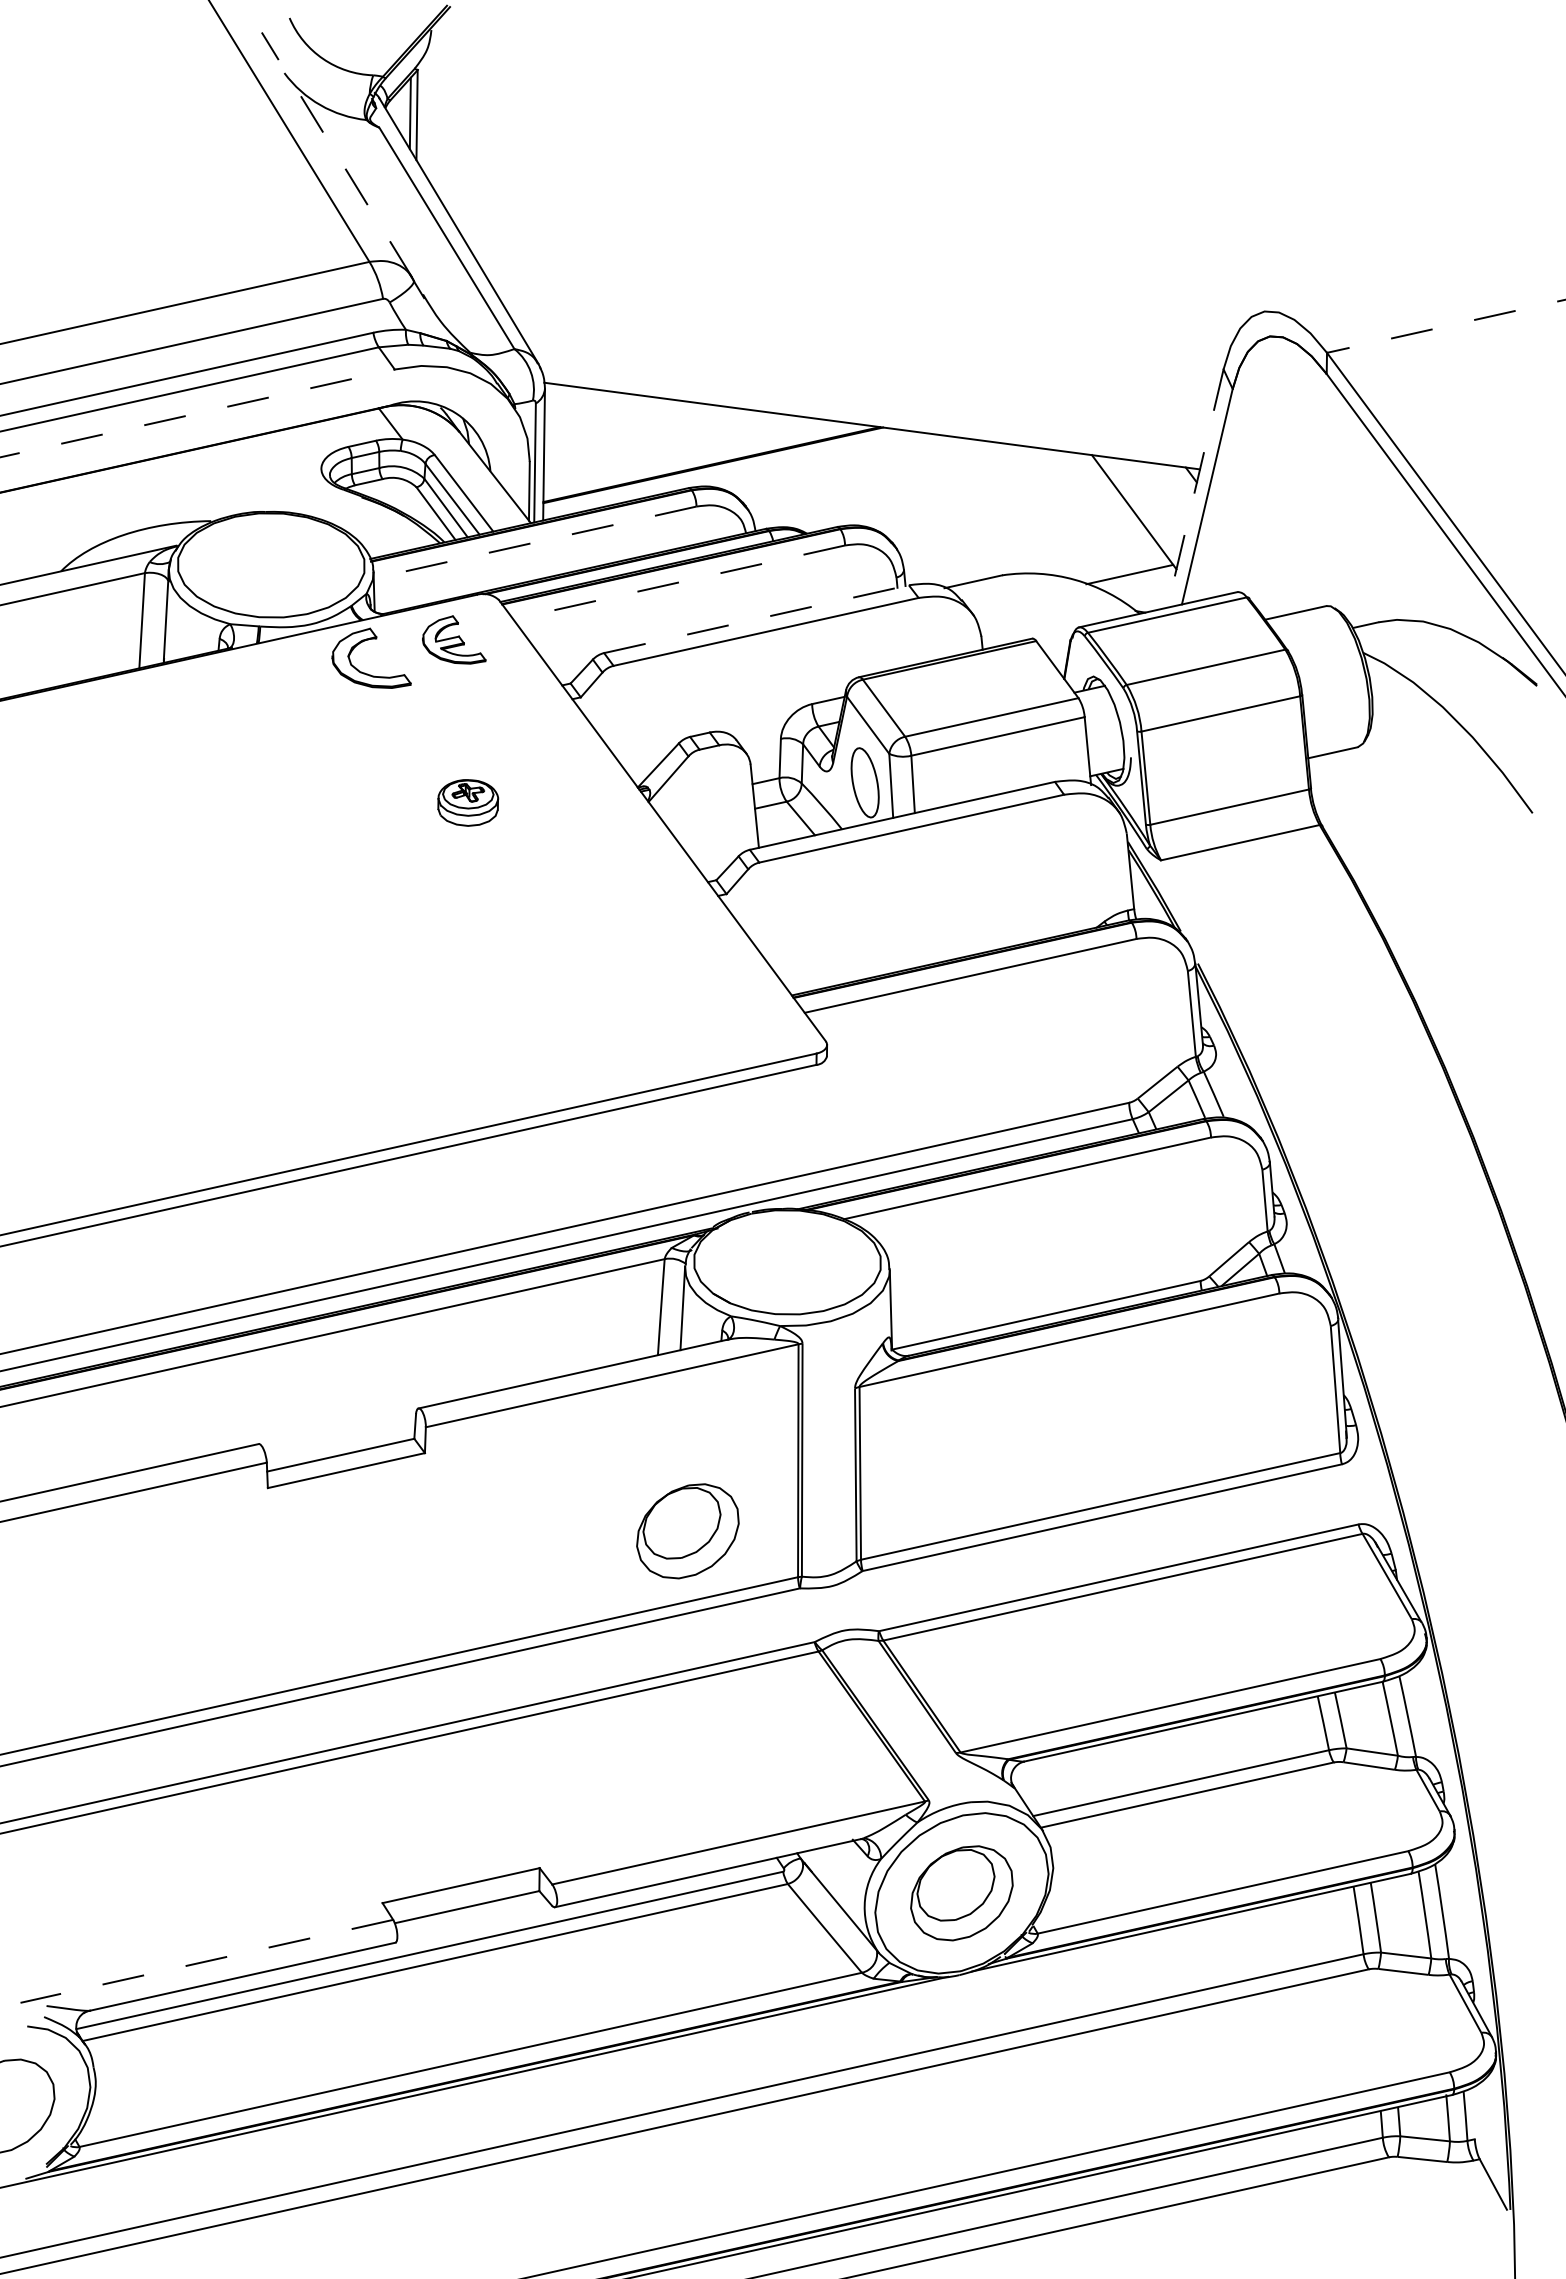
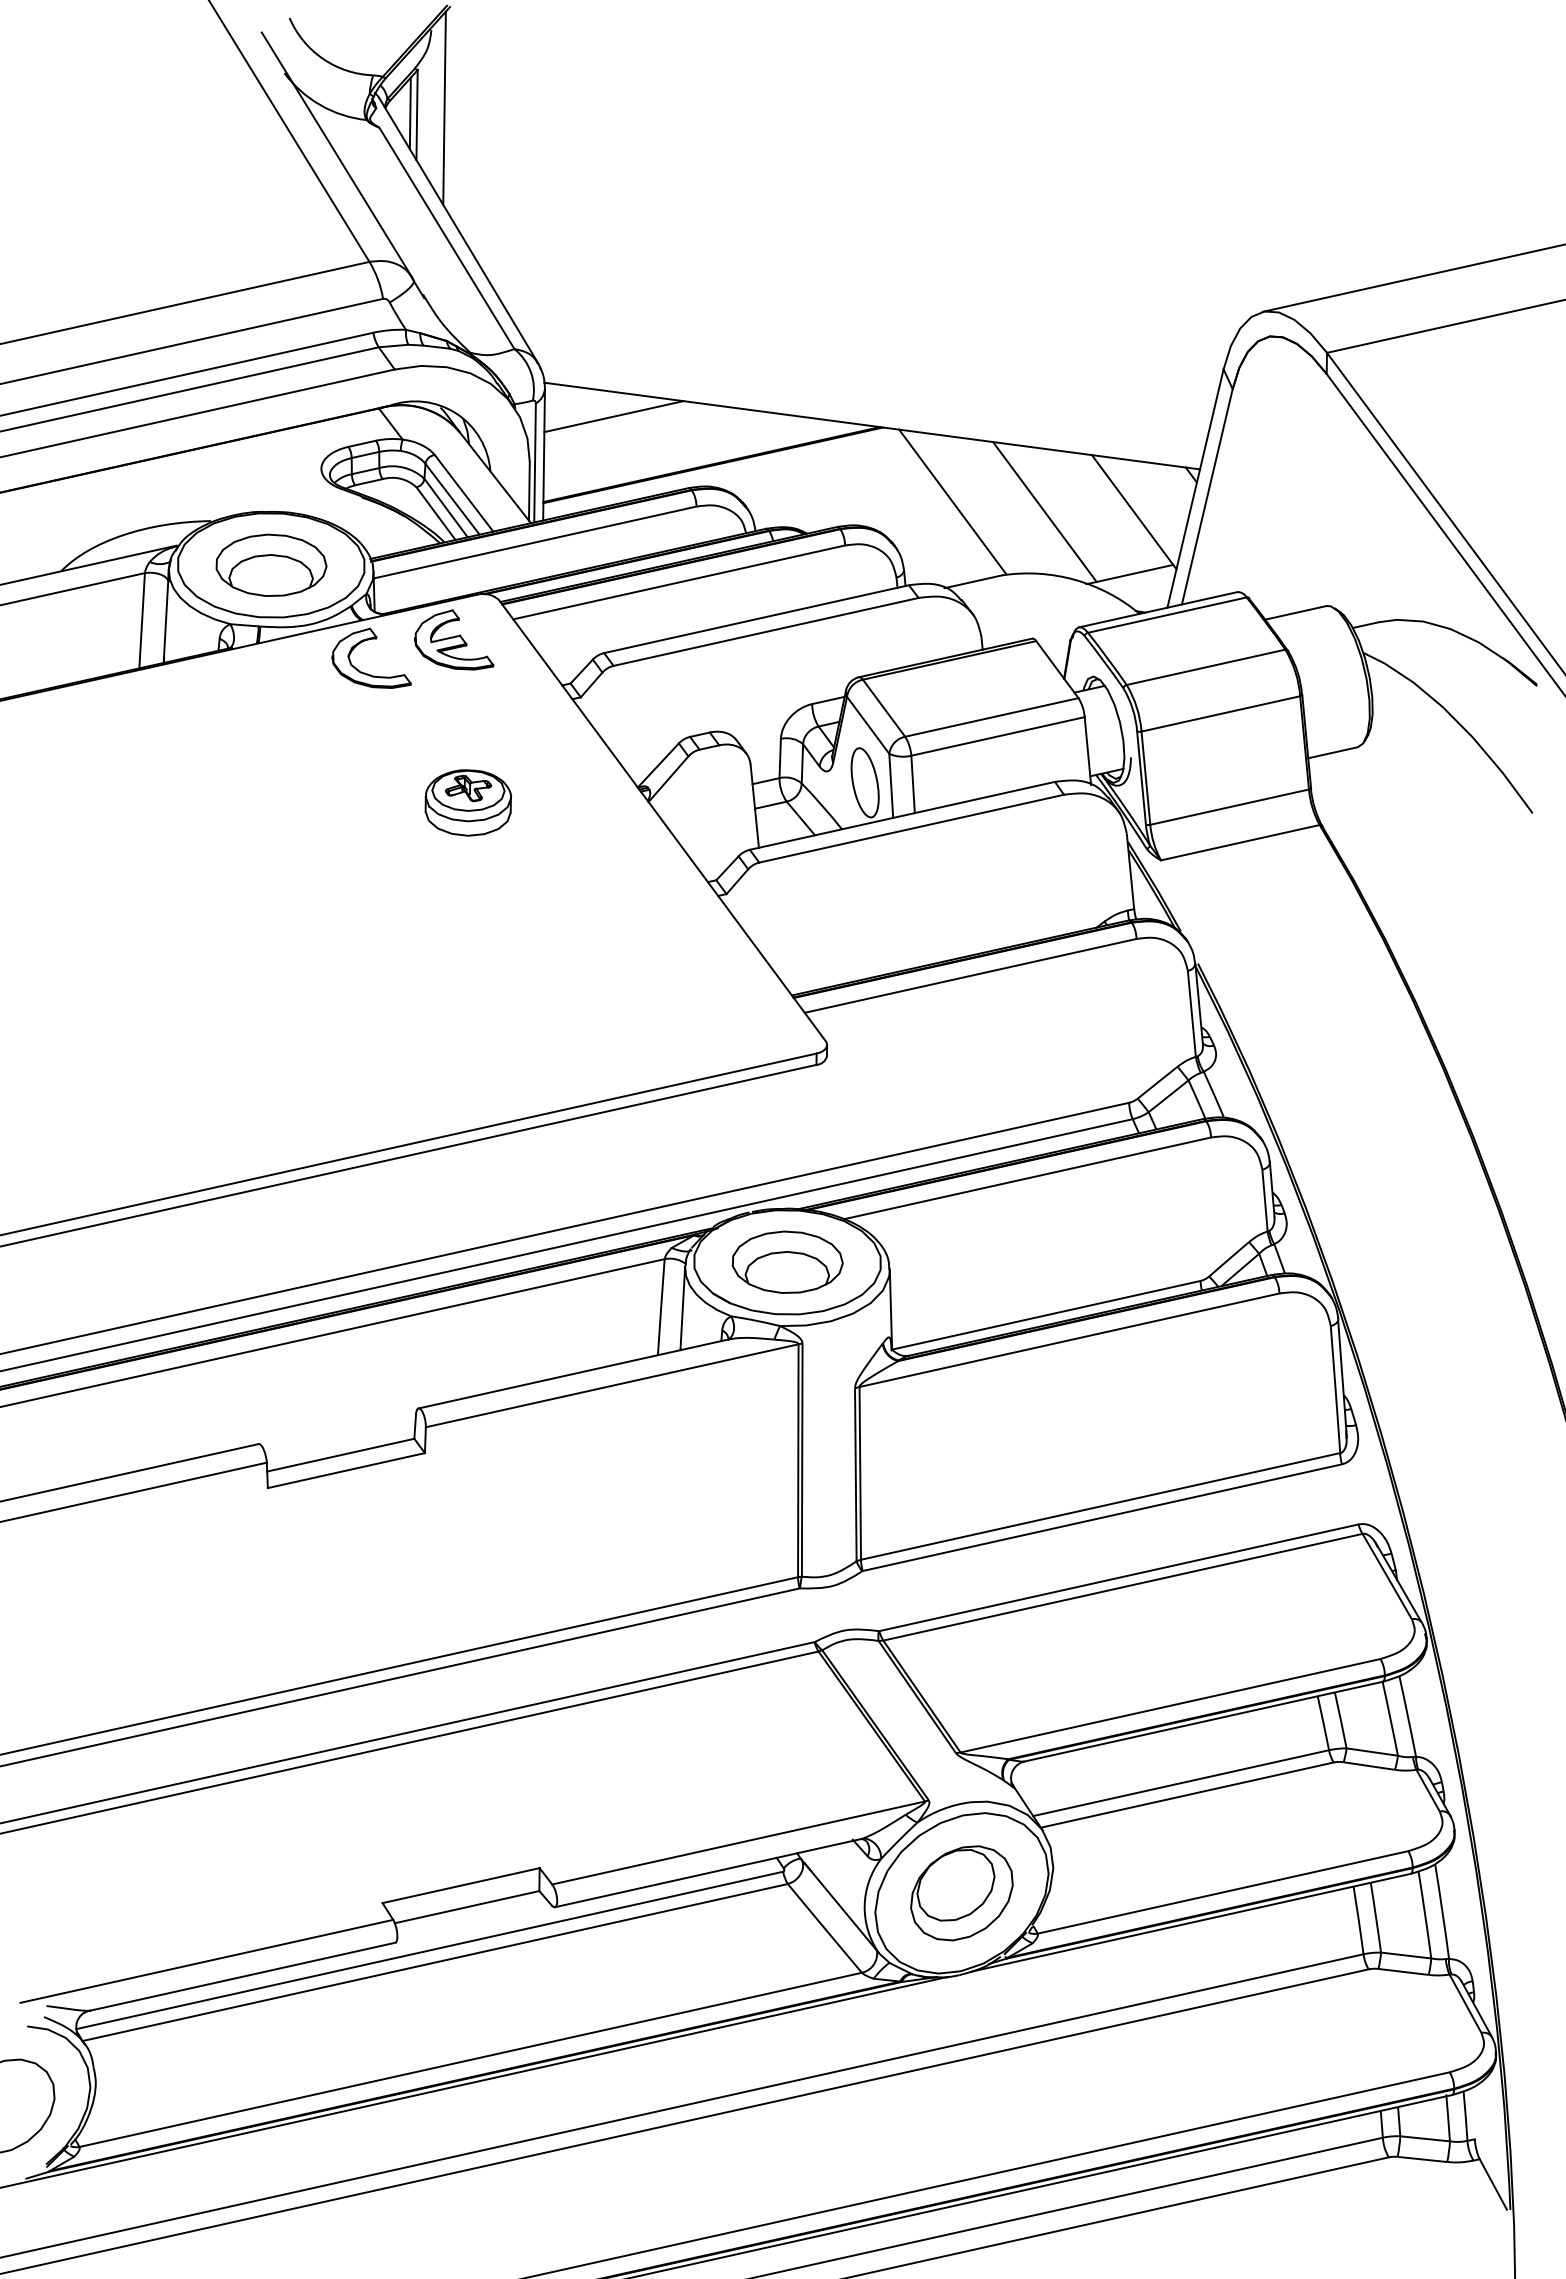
line at (444, 107): none -> present
line at (337, 155): dashed -> solid
line at (1412, 278): none -> present
line at (1446, 326): dashed -> solid
line at (197, 413): dashed -> solid
line at (613, 416): none -> present
line at (1195, 489): dashed -> solid
line at (952, 501): none -> present
line at (1044, 511): none -> present
line at (534, 542): dashed -> solid
part at (271, 564): none -> present
line at (679, 582): dashed -> solid
line at (757, 619): dashed -> solid
part at (454, 639) size: 65x50 px -> 81x62 px
part at (468, 802) size: 63x48 px -> 88x68 px
part at (787, 1261): none -> present
part at (687, 1531): present -> none
line at (206, 1961): dashed -> solid
